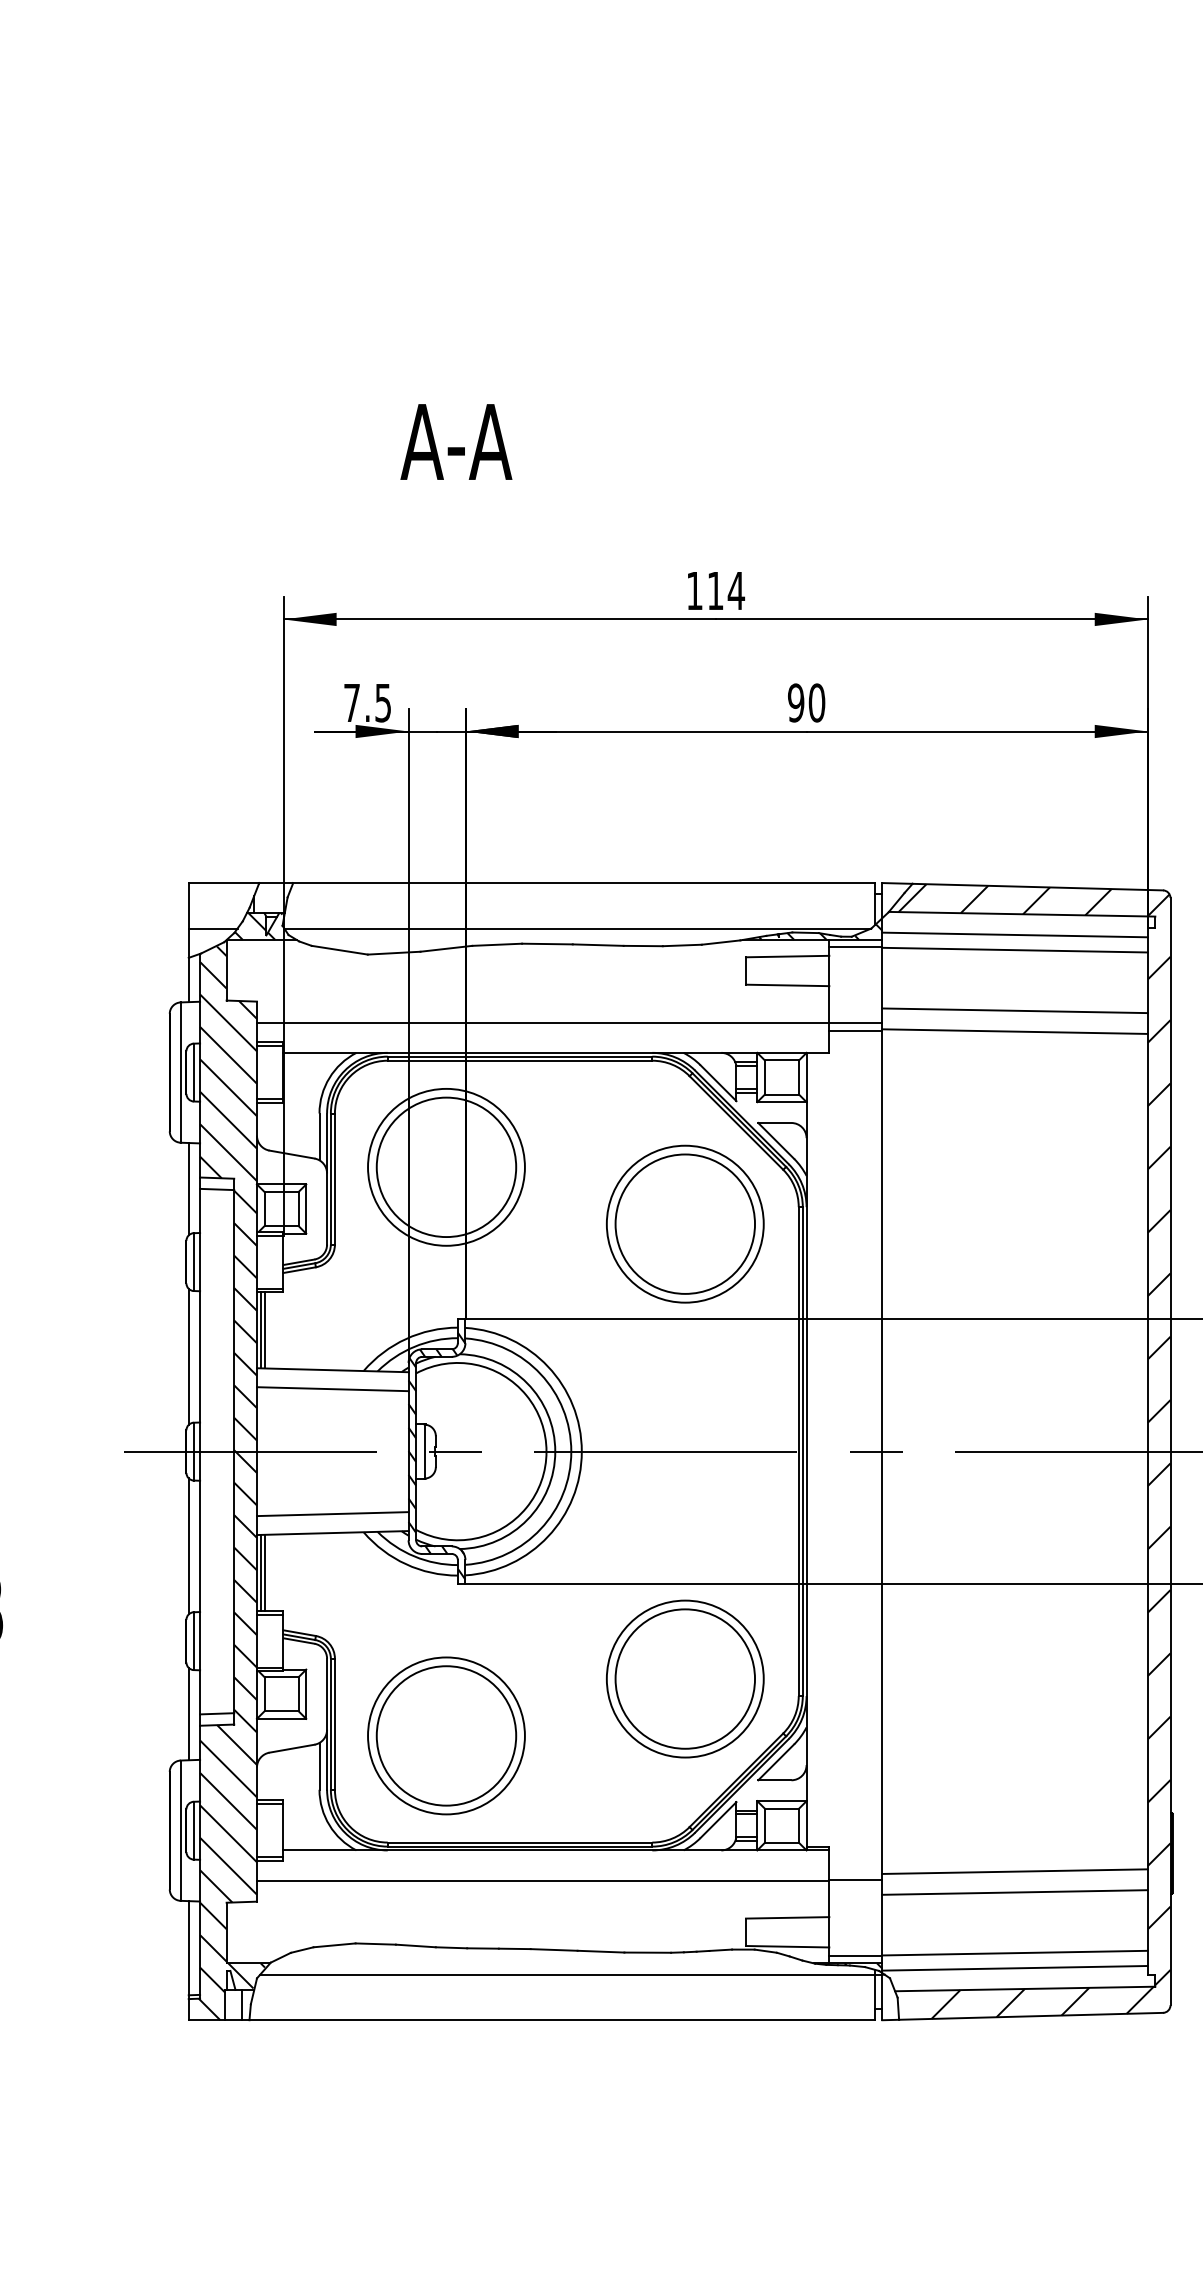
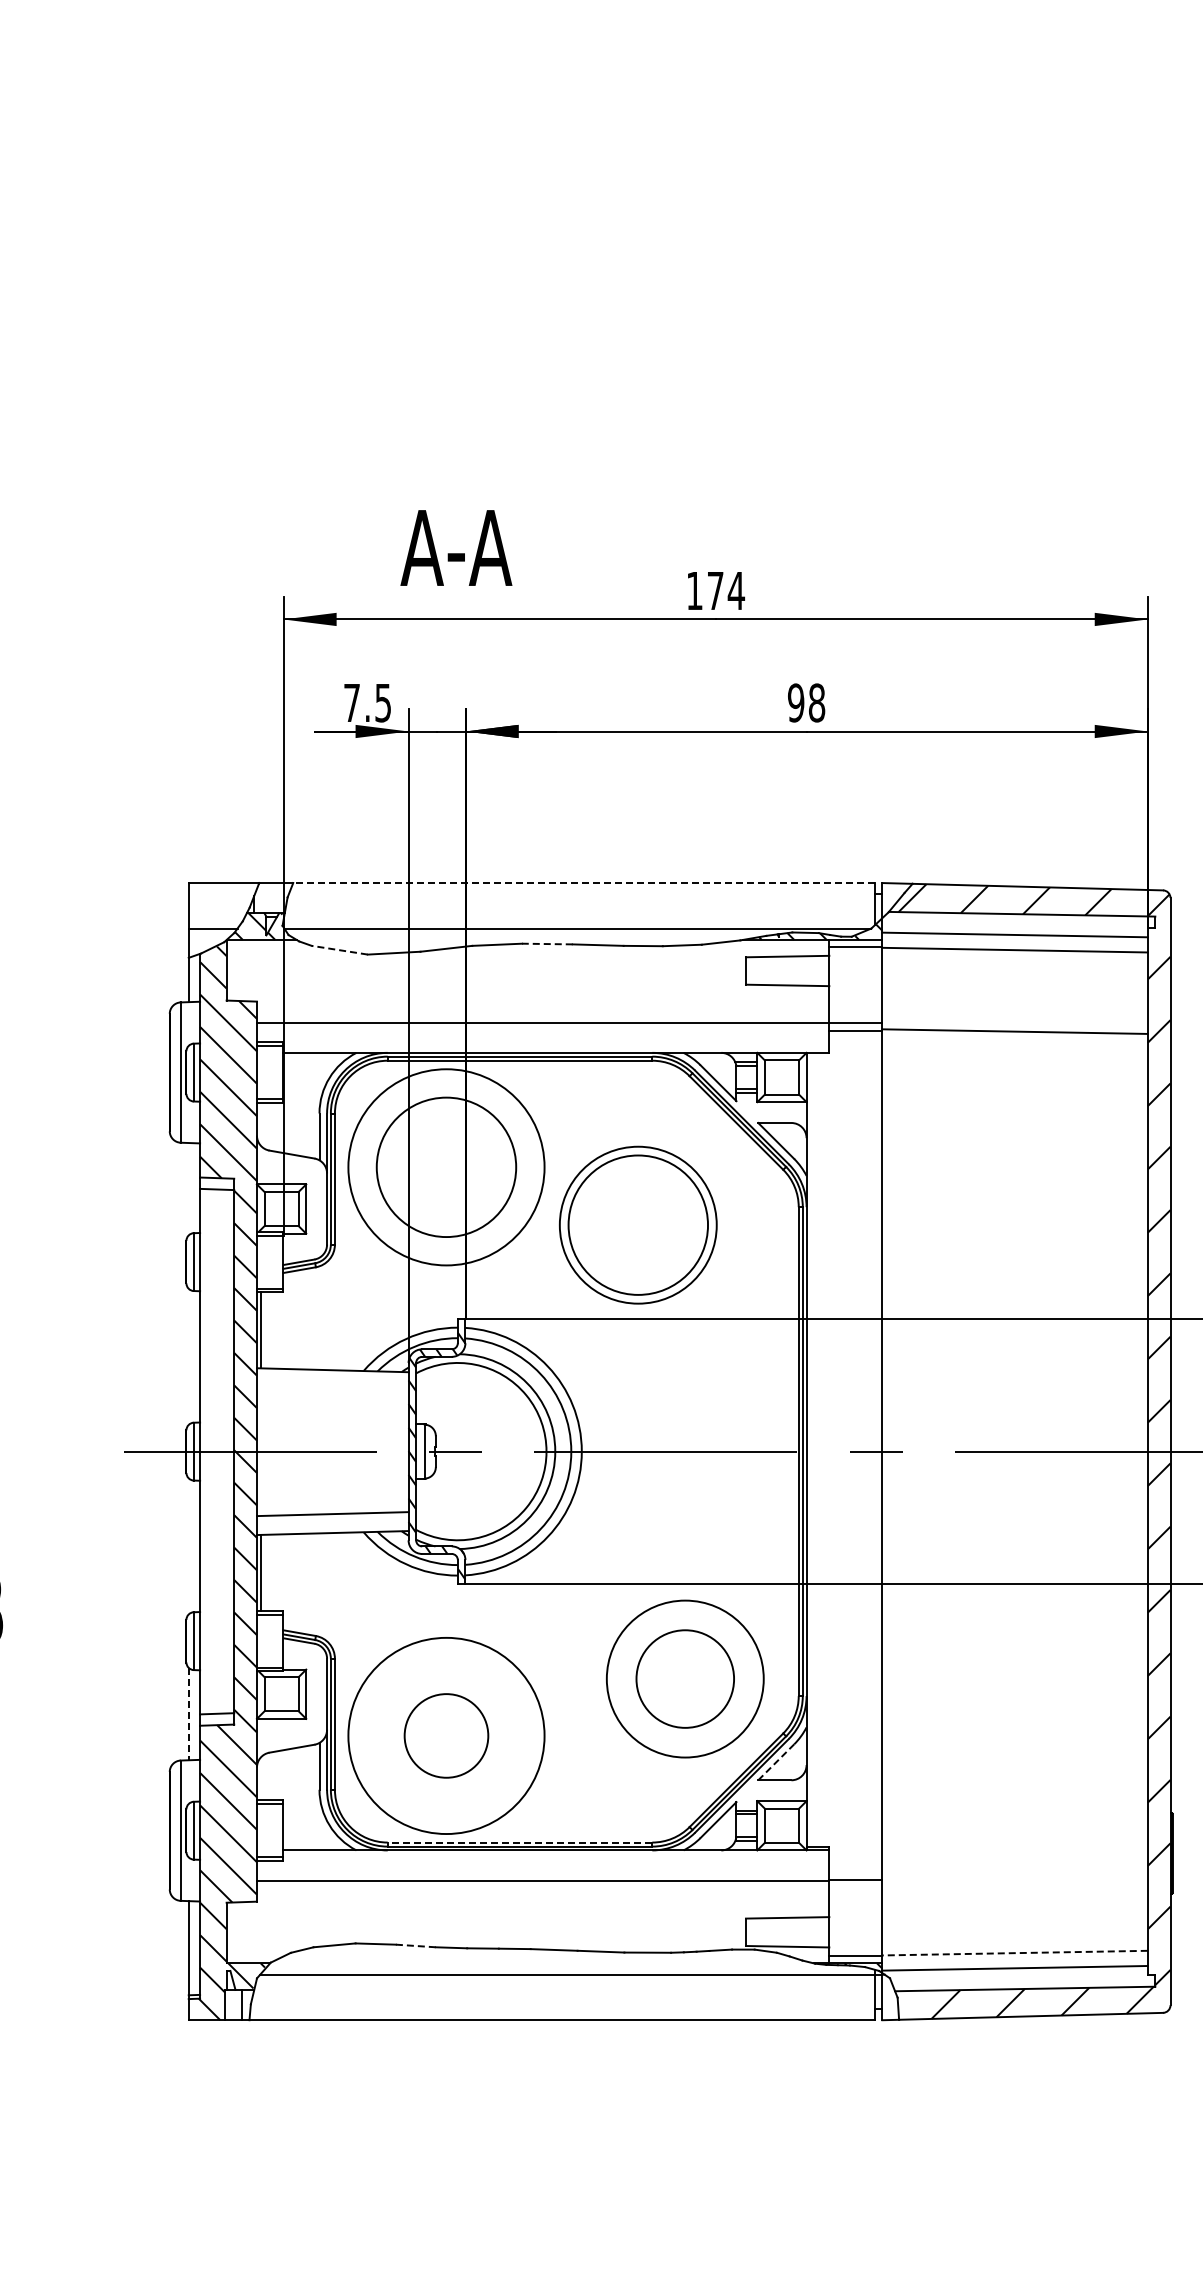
text at (456, 441) position: (456, 441) -> (456, 547)
text at (715, 590): 114 -> 174
text at (816, 702): 90 -> 98
line at (584, 883): solid -> dashed
line at (546, 944): solid -> dashed
line at (339, 950): solid -> dashed
line at (1014, 1010): present -> none
circle at (446, 1166) diameter: 157 px -> 196 px
line at (188, 1189): present -> none
part at (685, 1223) position: (685, 1223) -> (638, 1224)
line at (264, 1330): present -> none
line at (188, 1356): present -> none
line at (332, 1389): present -> none
line at (188, 1546): present -> none
line at (264, 1572): present -> none
circle at (685, 1678) diameter: 139 px -> 98 px
line at (188, 1714): solid -> dashed
circle at (446, 1735) diameter: 139 px -> 84 px
circle at (446, 1735) diameter: 157 px -> 196 px
line at (776, 1761): solid -> dashed
line at (519, 1842): solid -> dashed
line at (1014, 1871): present -> none
line at (1014, 1892): present -> none
line at (415, 1945): solid -> dashed
line at (1015, 1953): solid -> dashed
